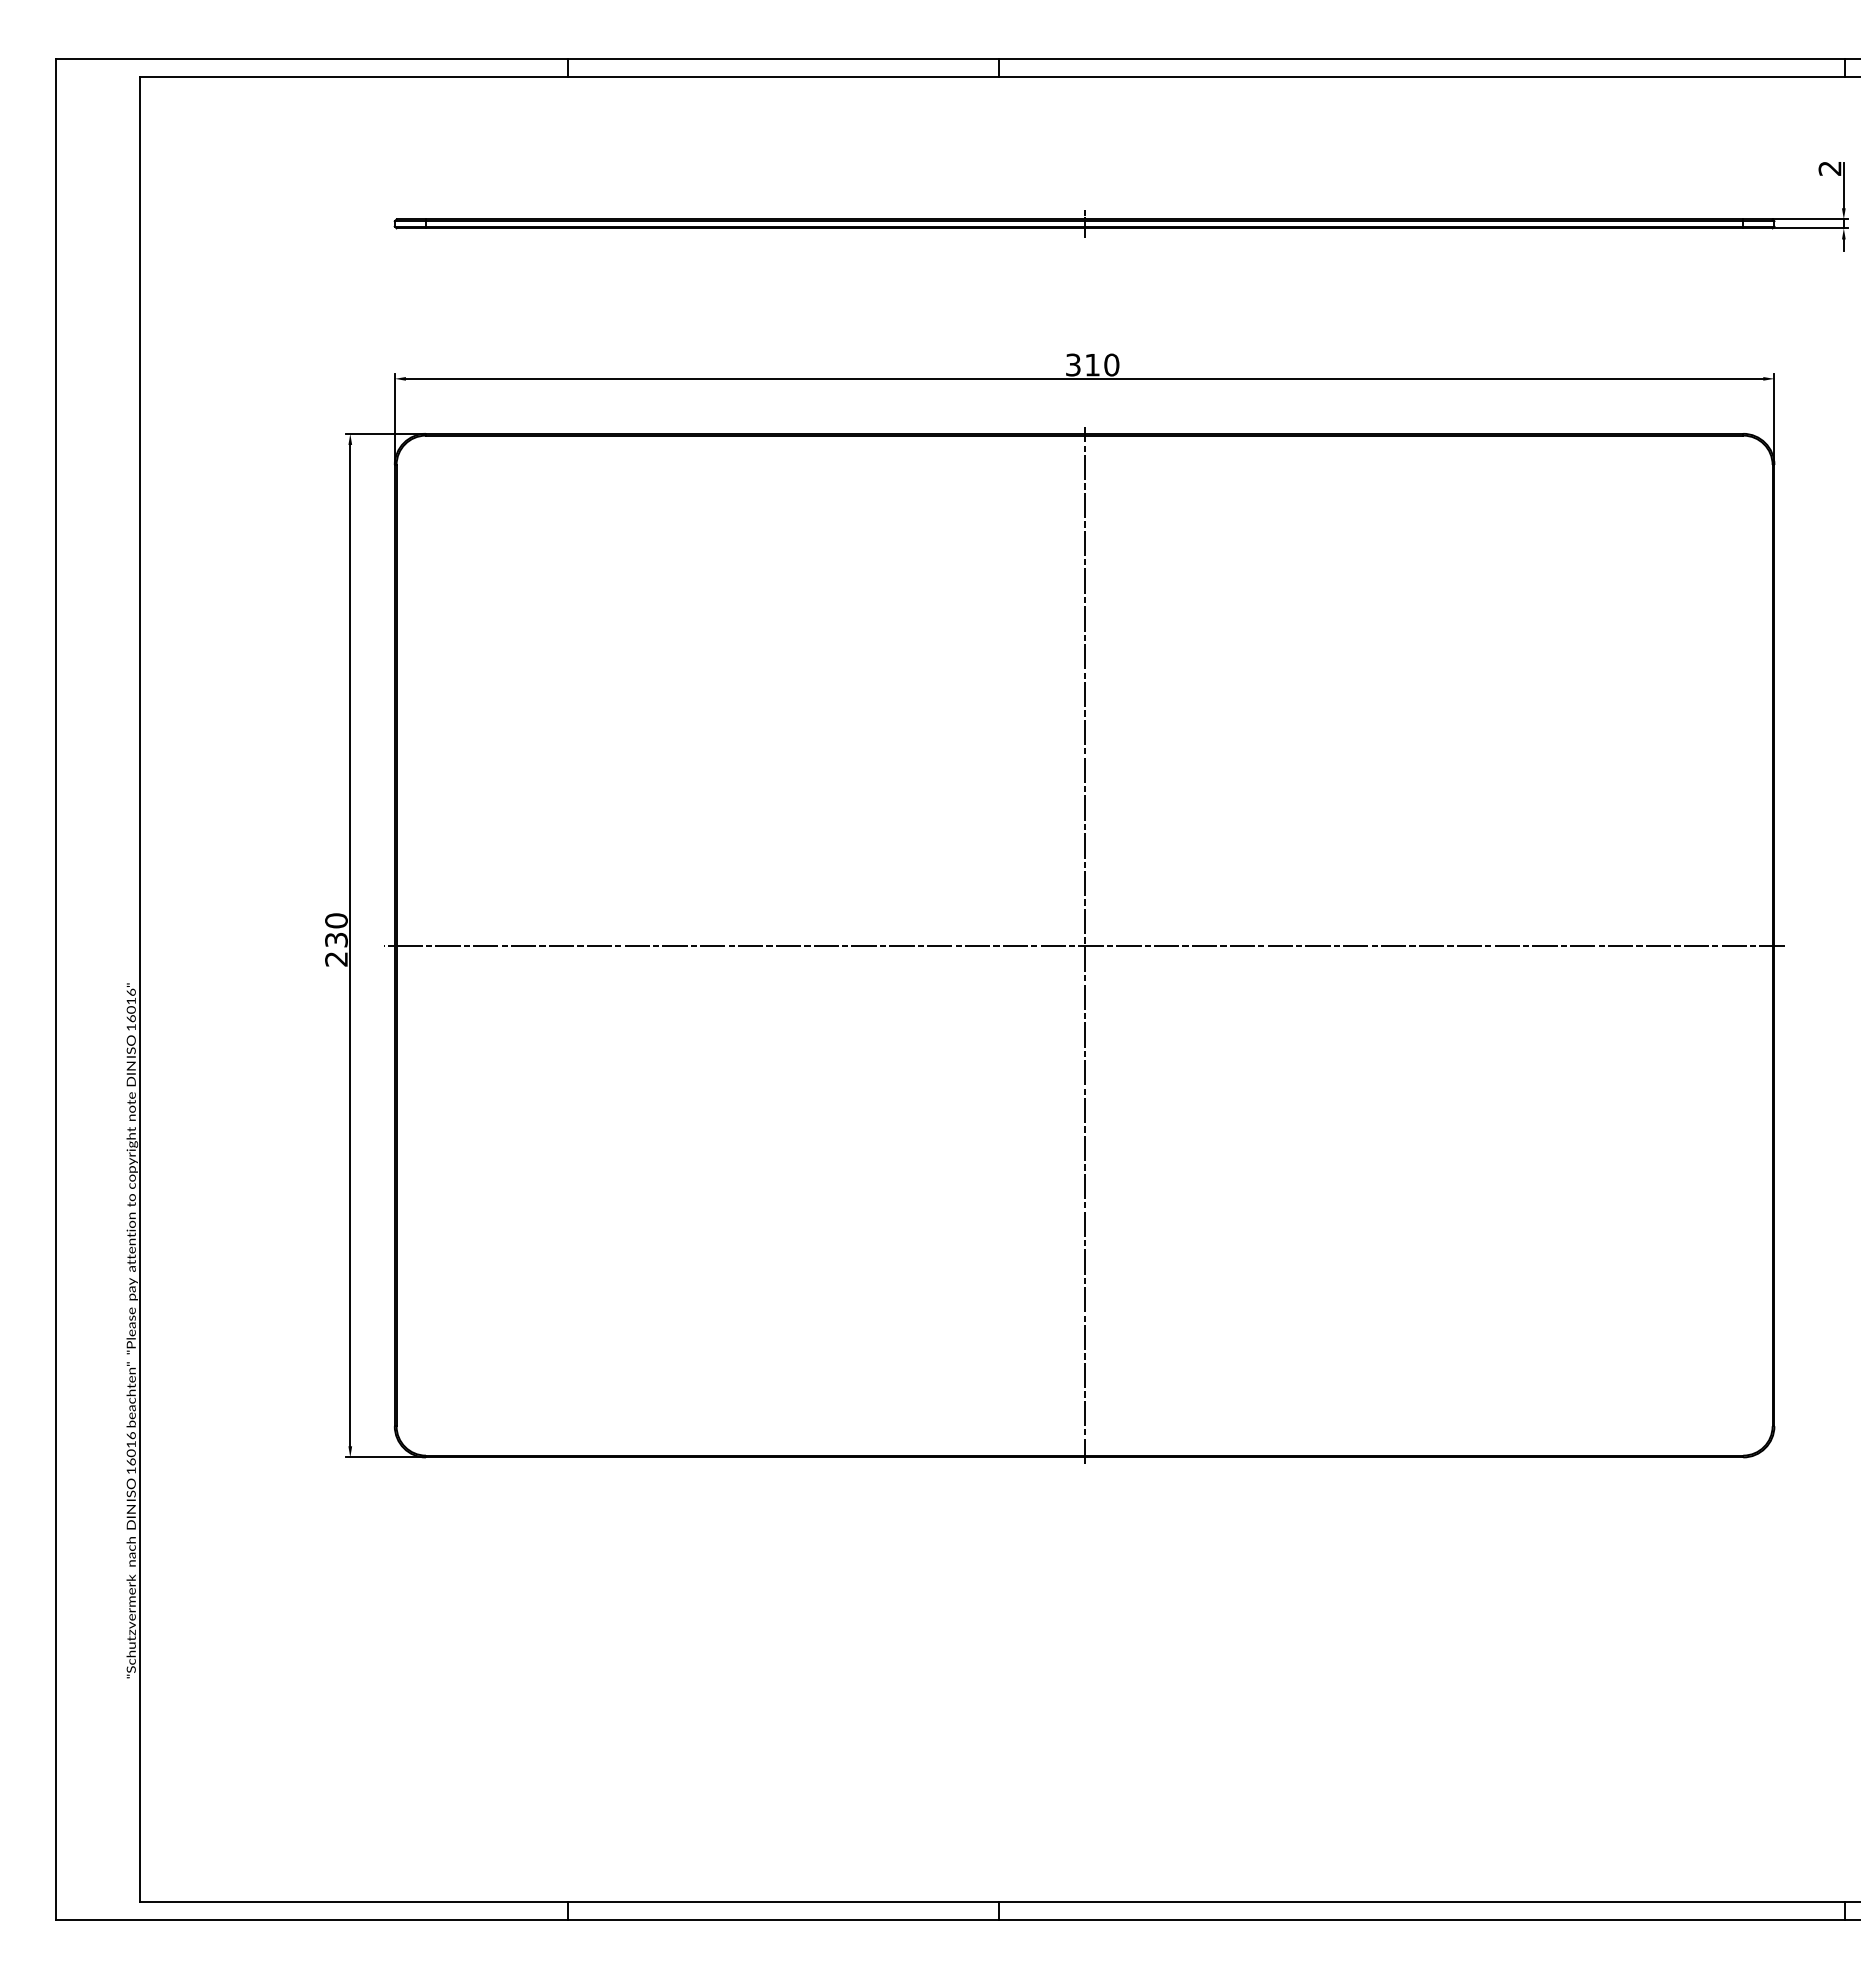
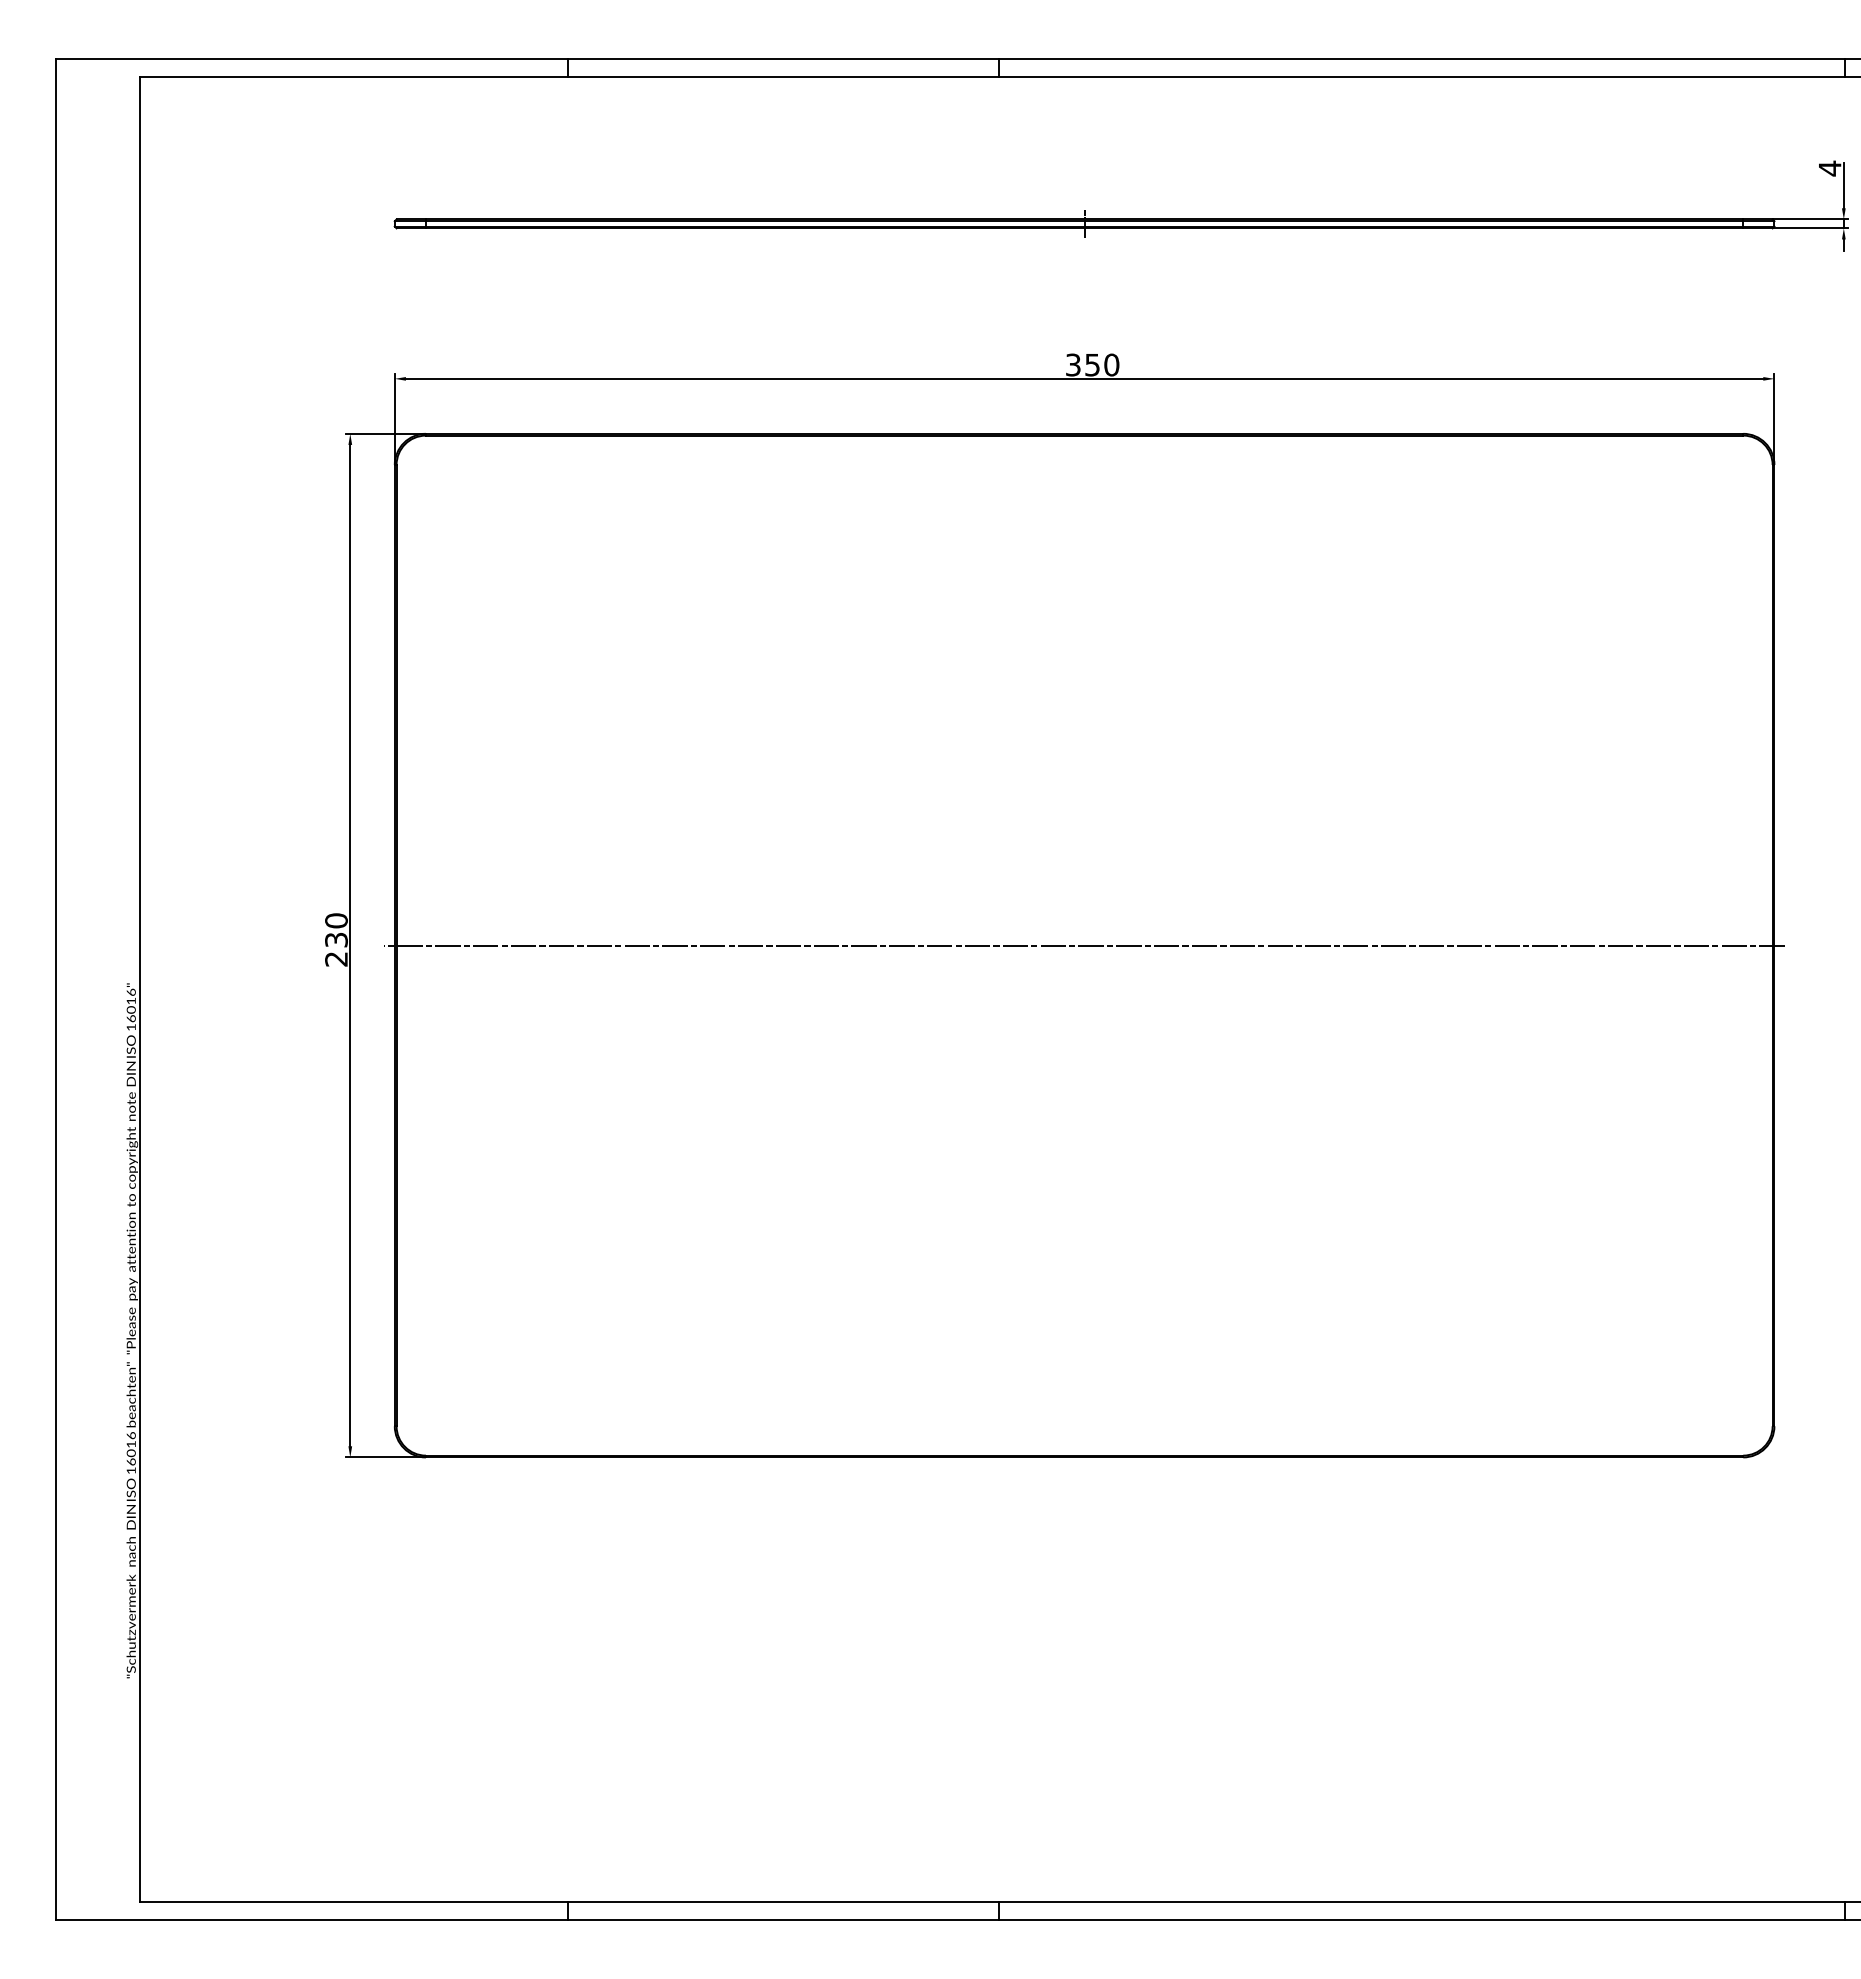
text at (1829, 168): 2 -> 4
text at (1092, 365): 310 -> 350
line at (1084, 944): present -> none
